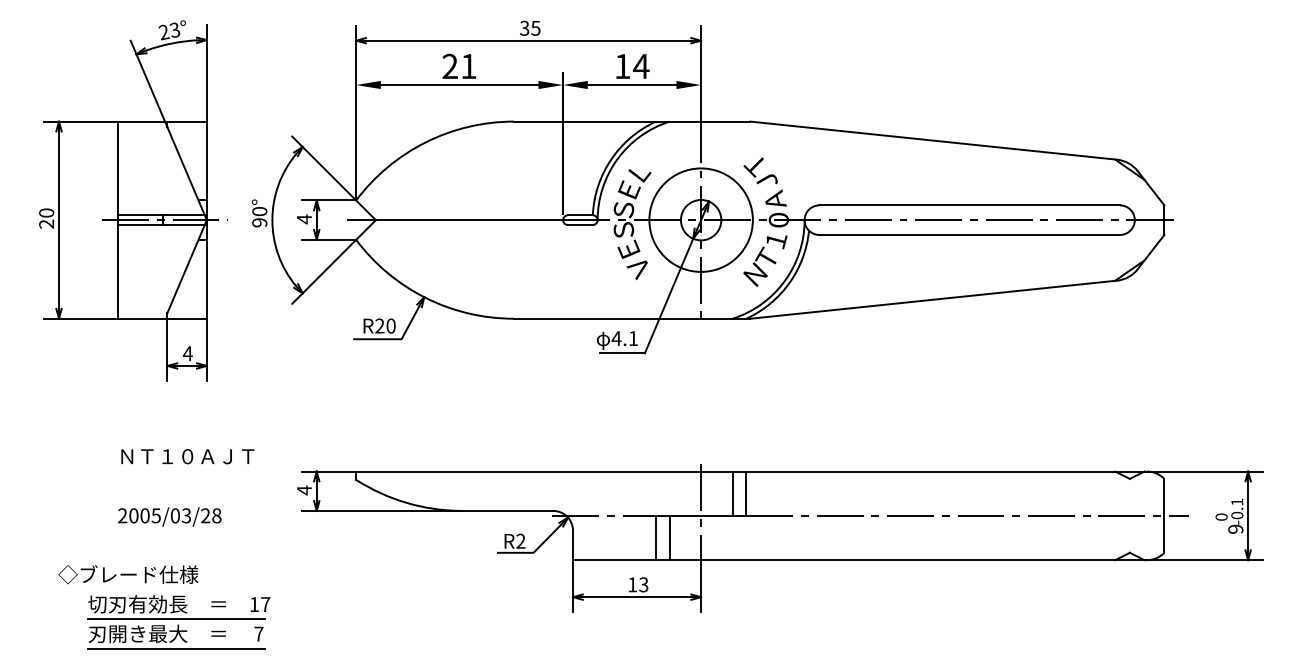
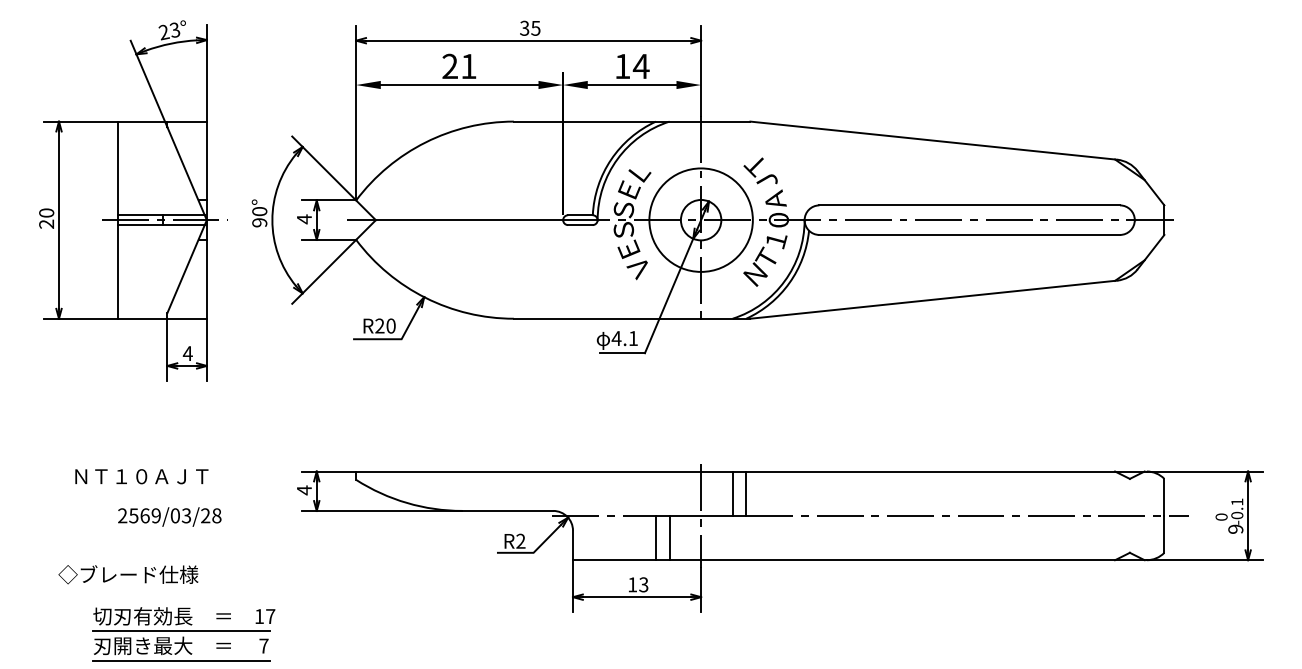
text at (187, 456) position: (187, 456) -> (141, 476)
text at (144, 515): 2005/03/28 -> 2569/03/28
part at (178, 622) position: (178, 622) -> (183, 634)
